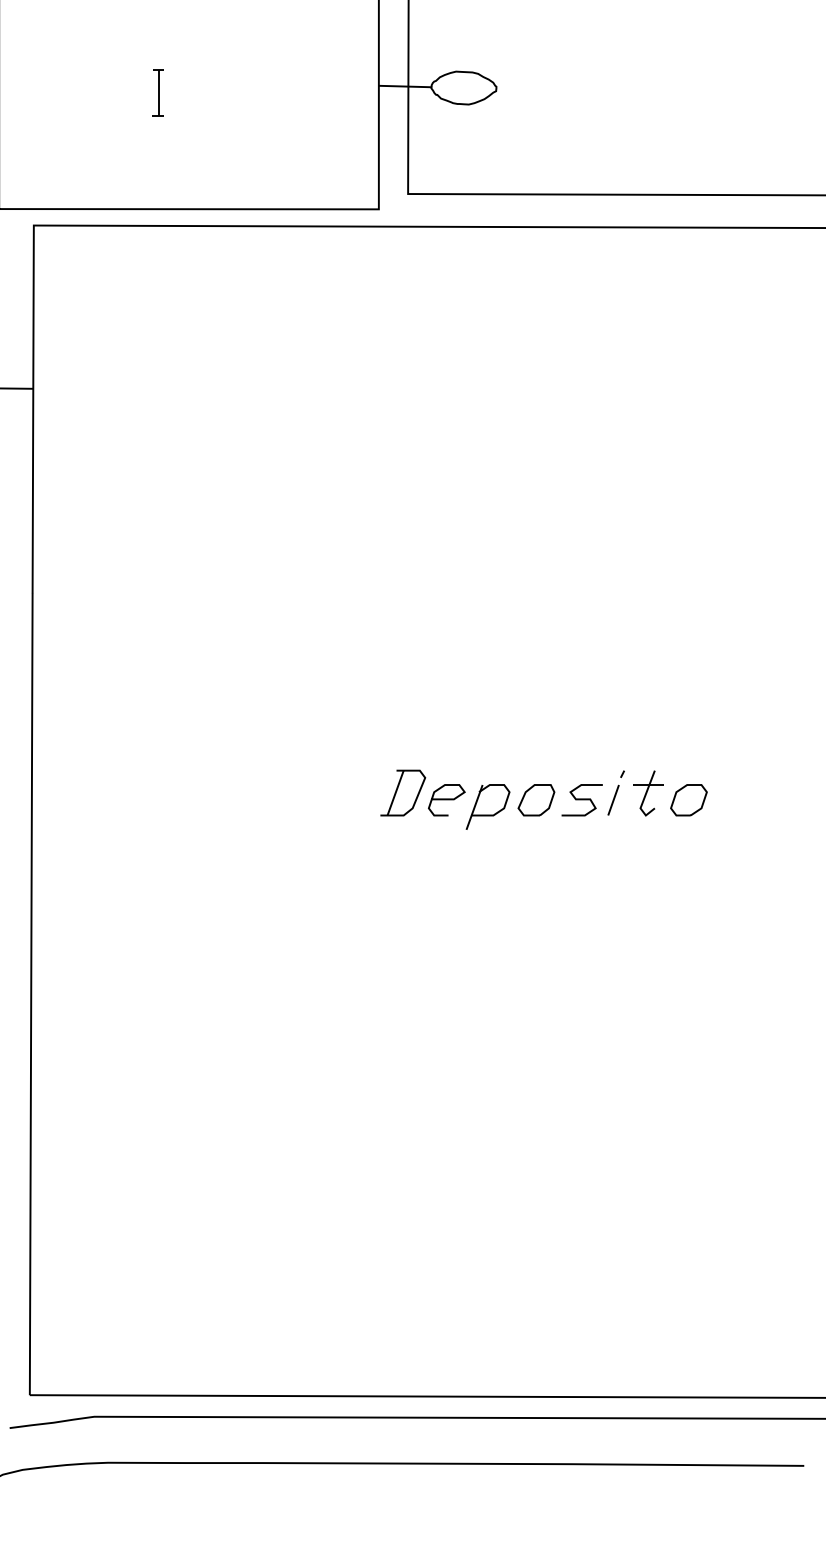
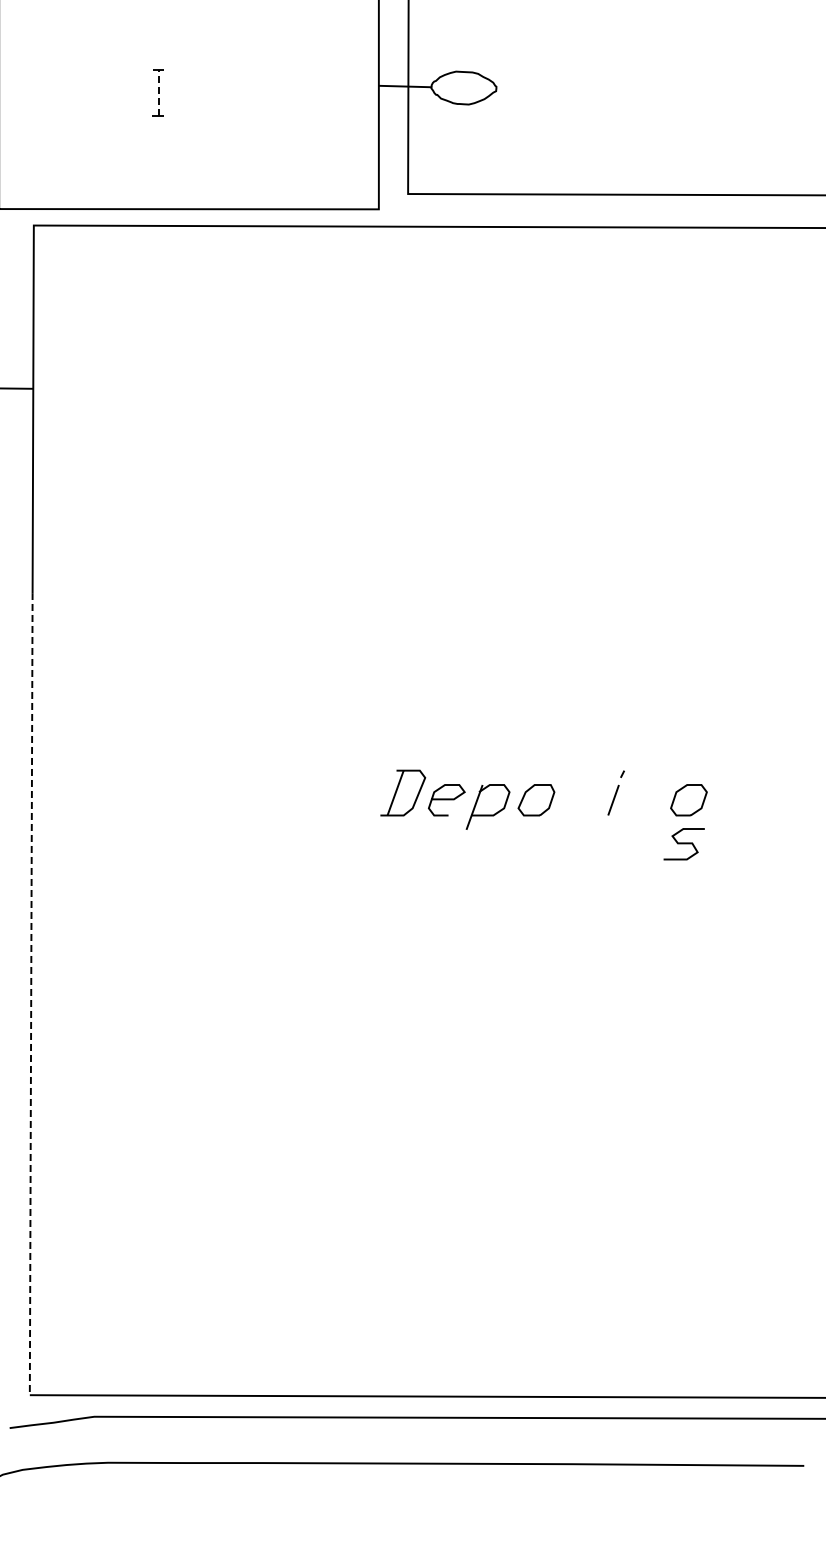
line at (158, 93): solid -> dashed
part at (648, 793): present -> none
curve at (581, 800) position: (581, 800) -> (683, 844)
line at (31, 993): solid -> dashed
